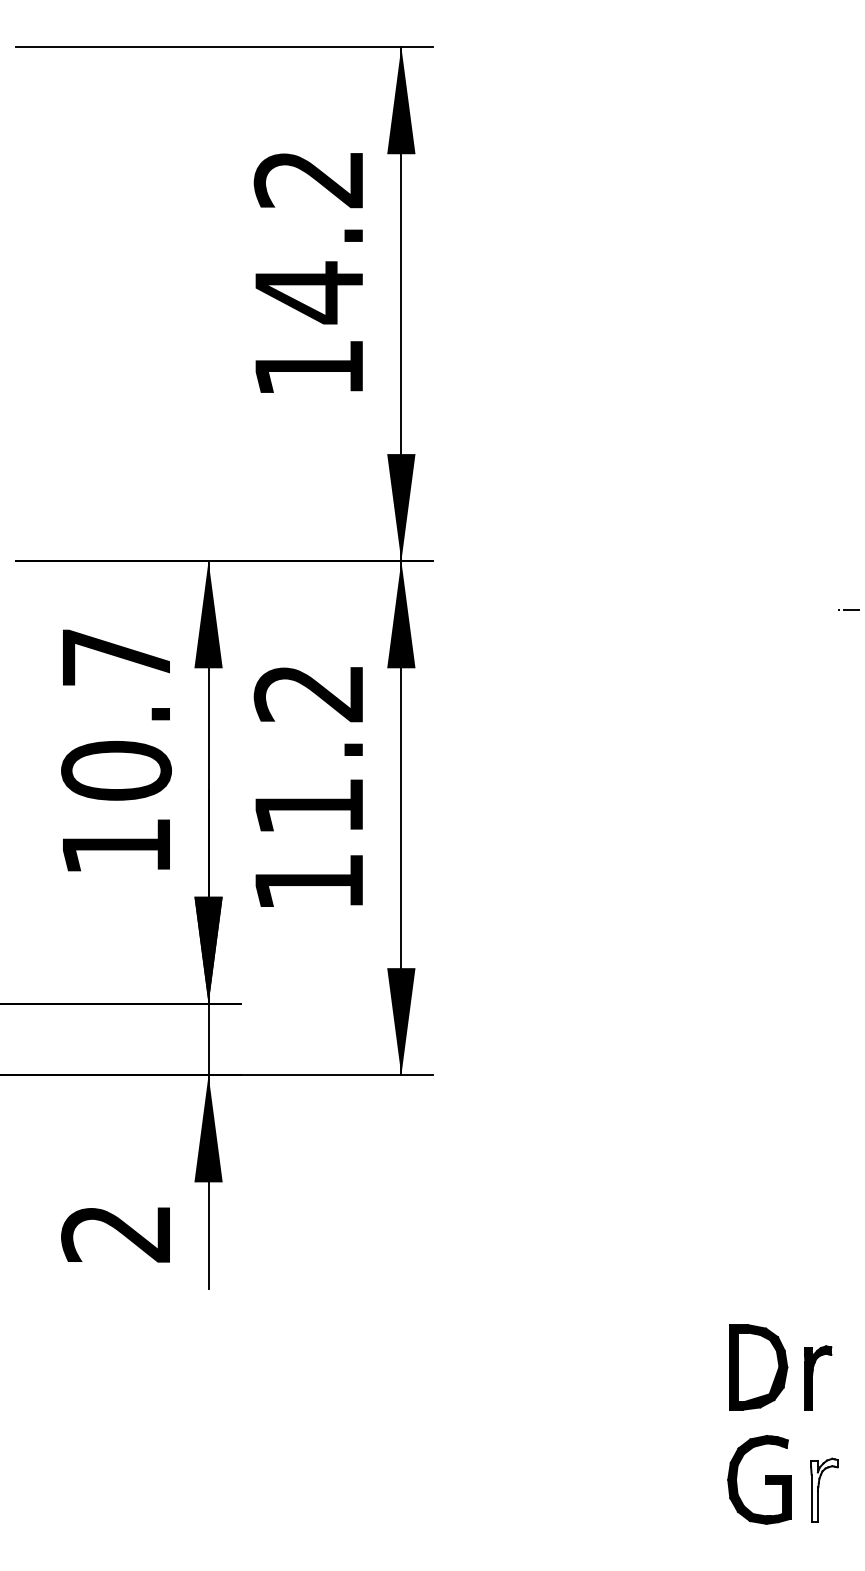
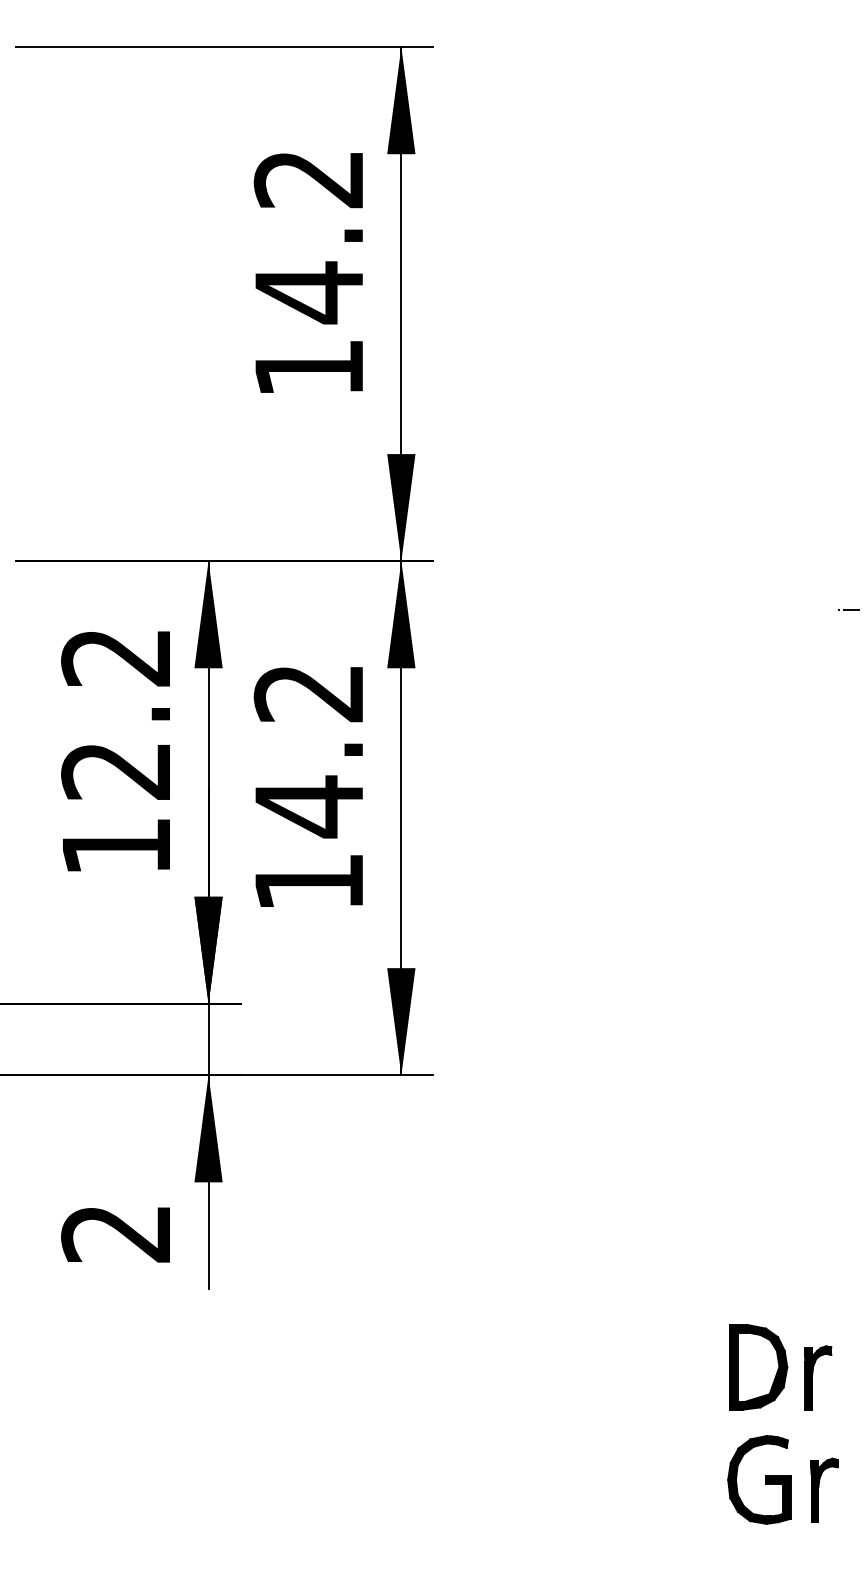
text at (116, 714): 10.7 -> 12.2
text at (308, 806): 11.2 -> 14.2
fill at (824, 1490): none -> present
